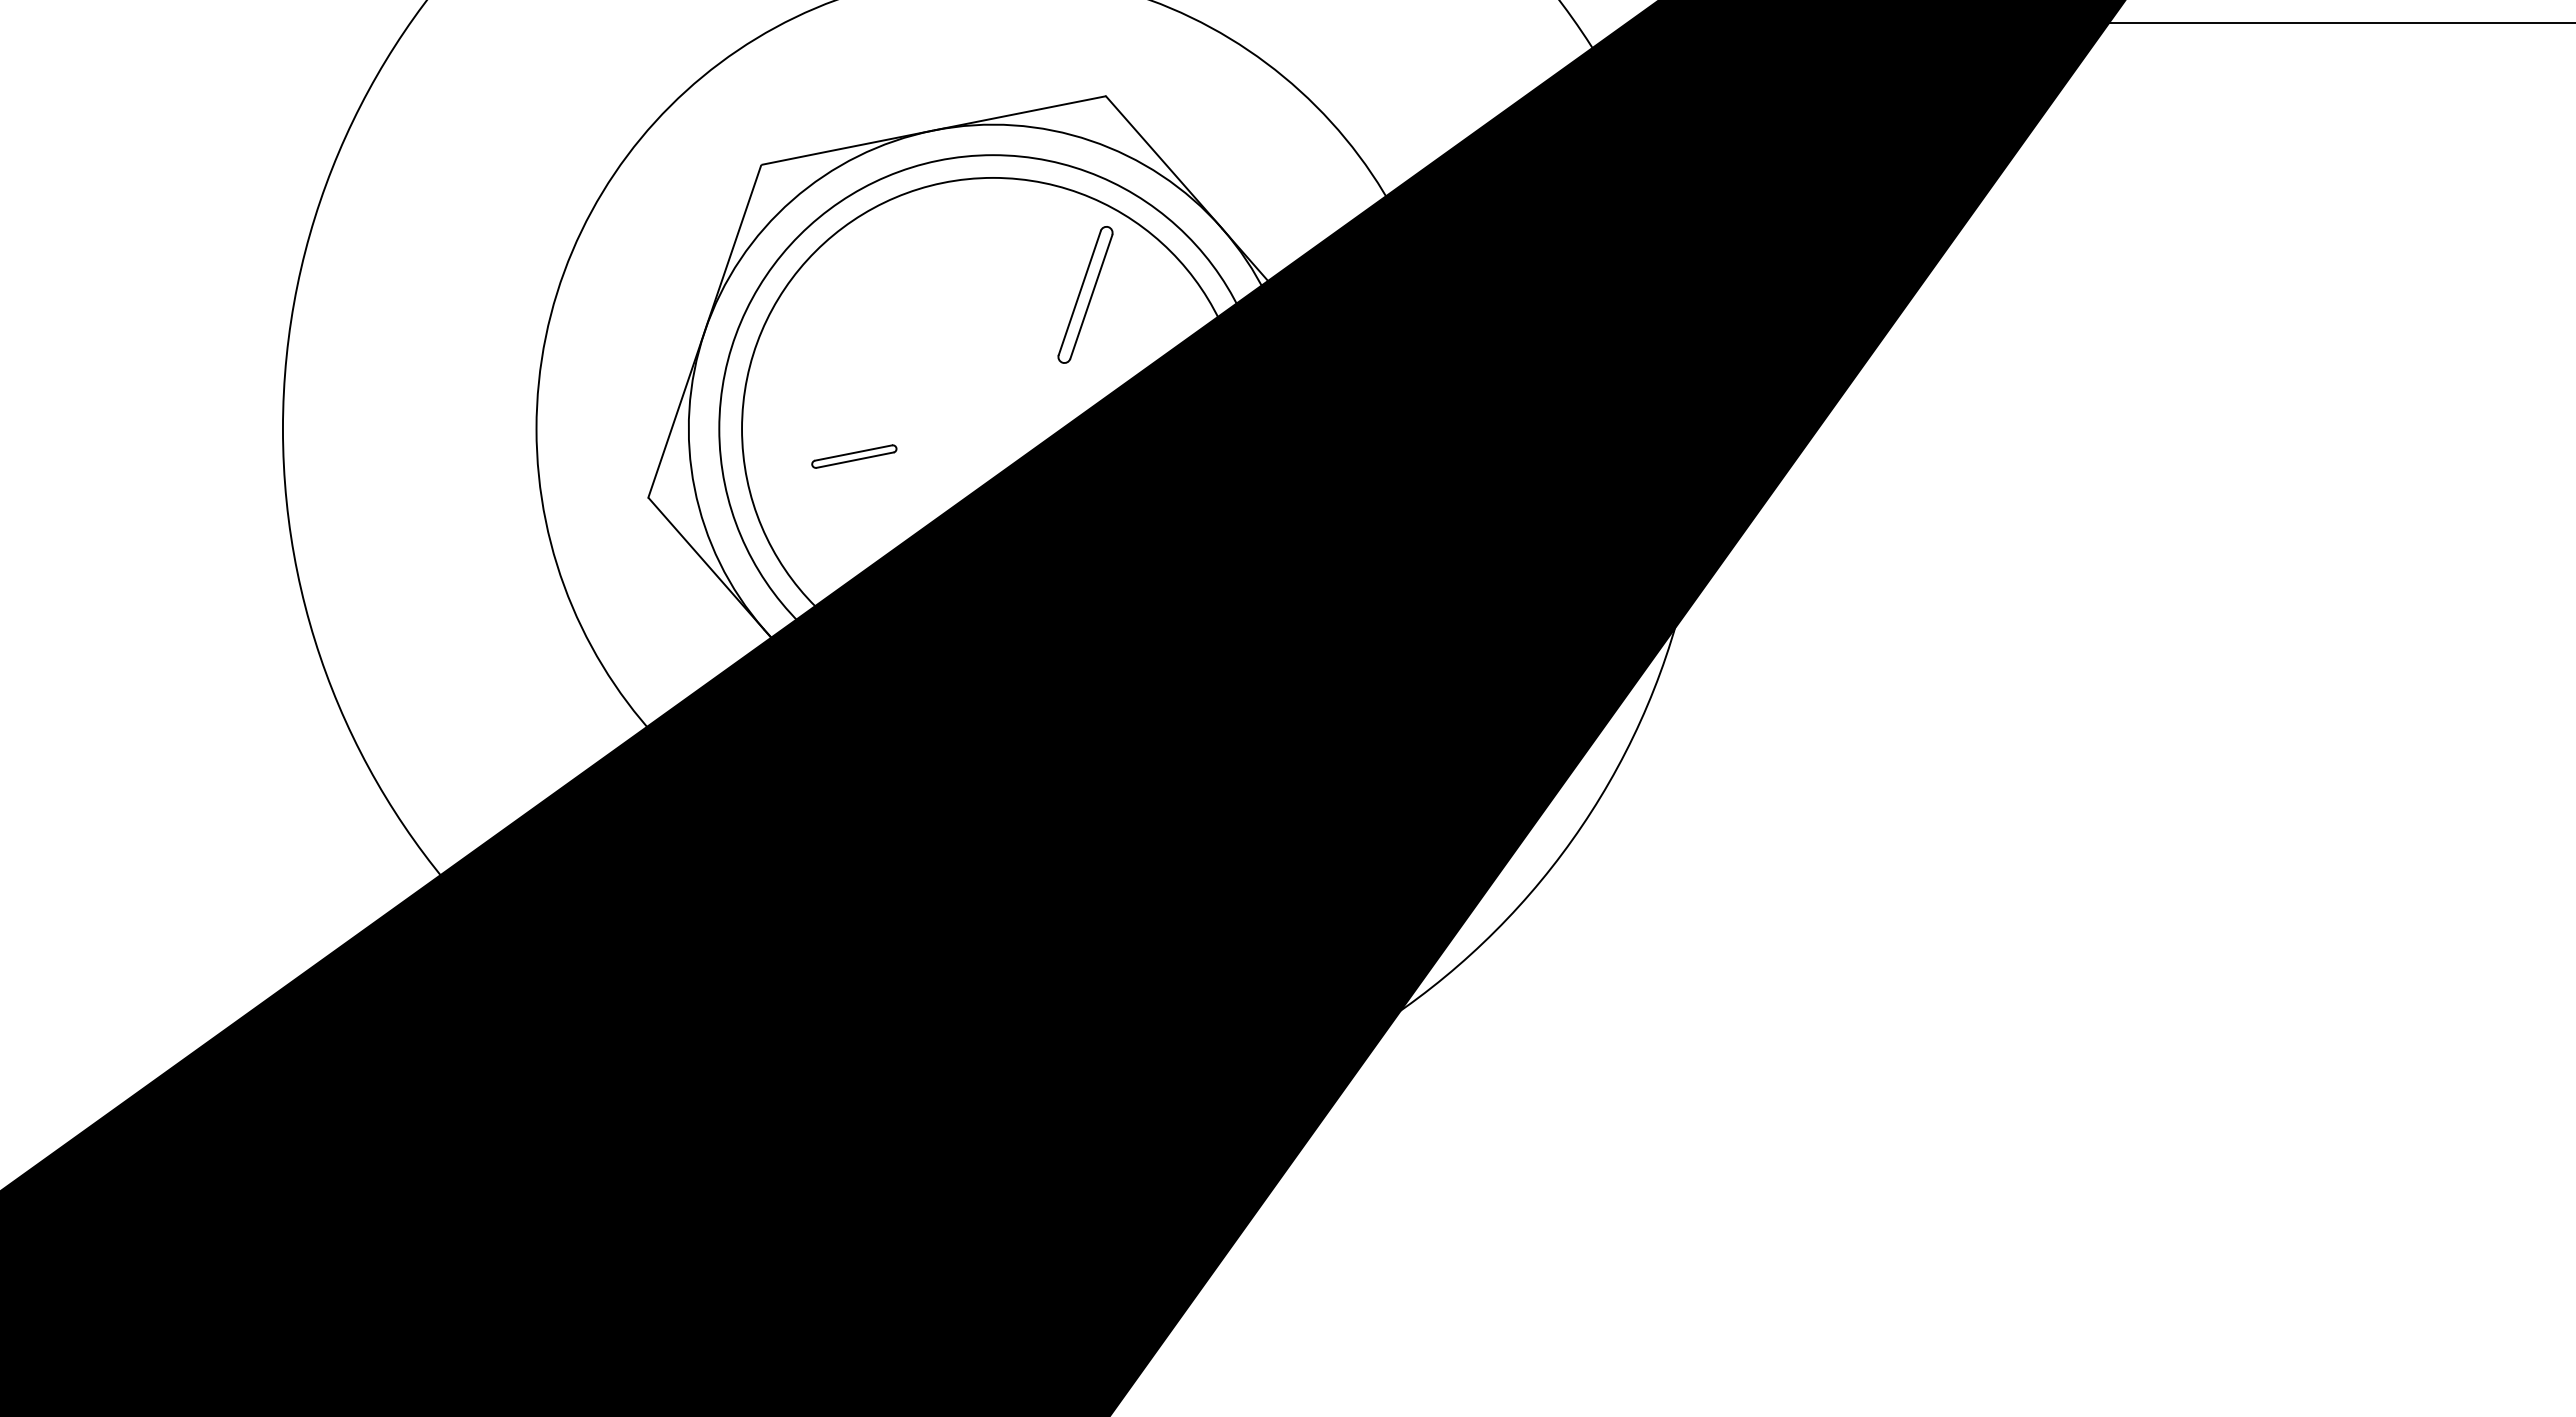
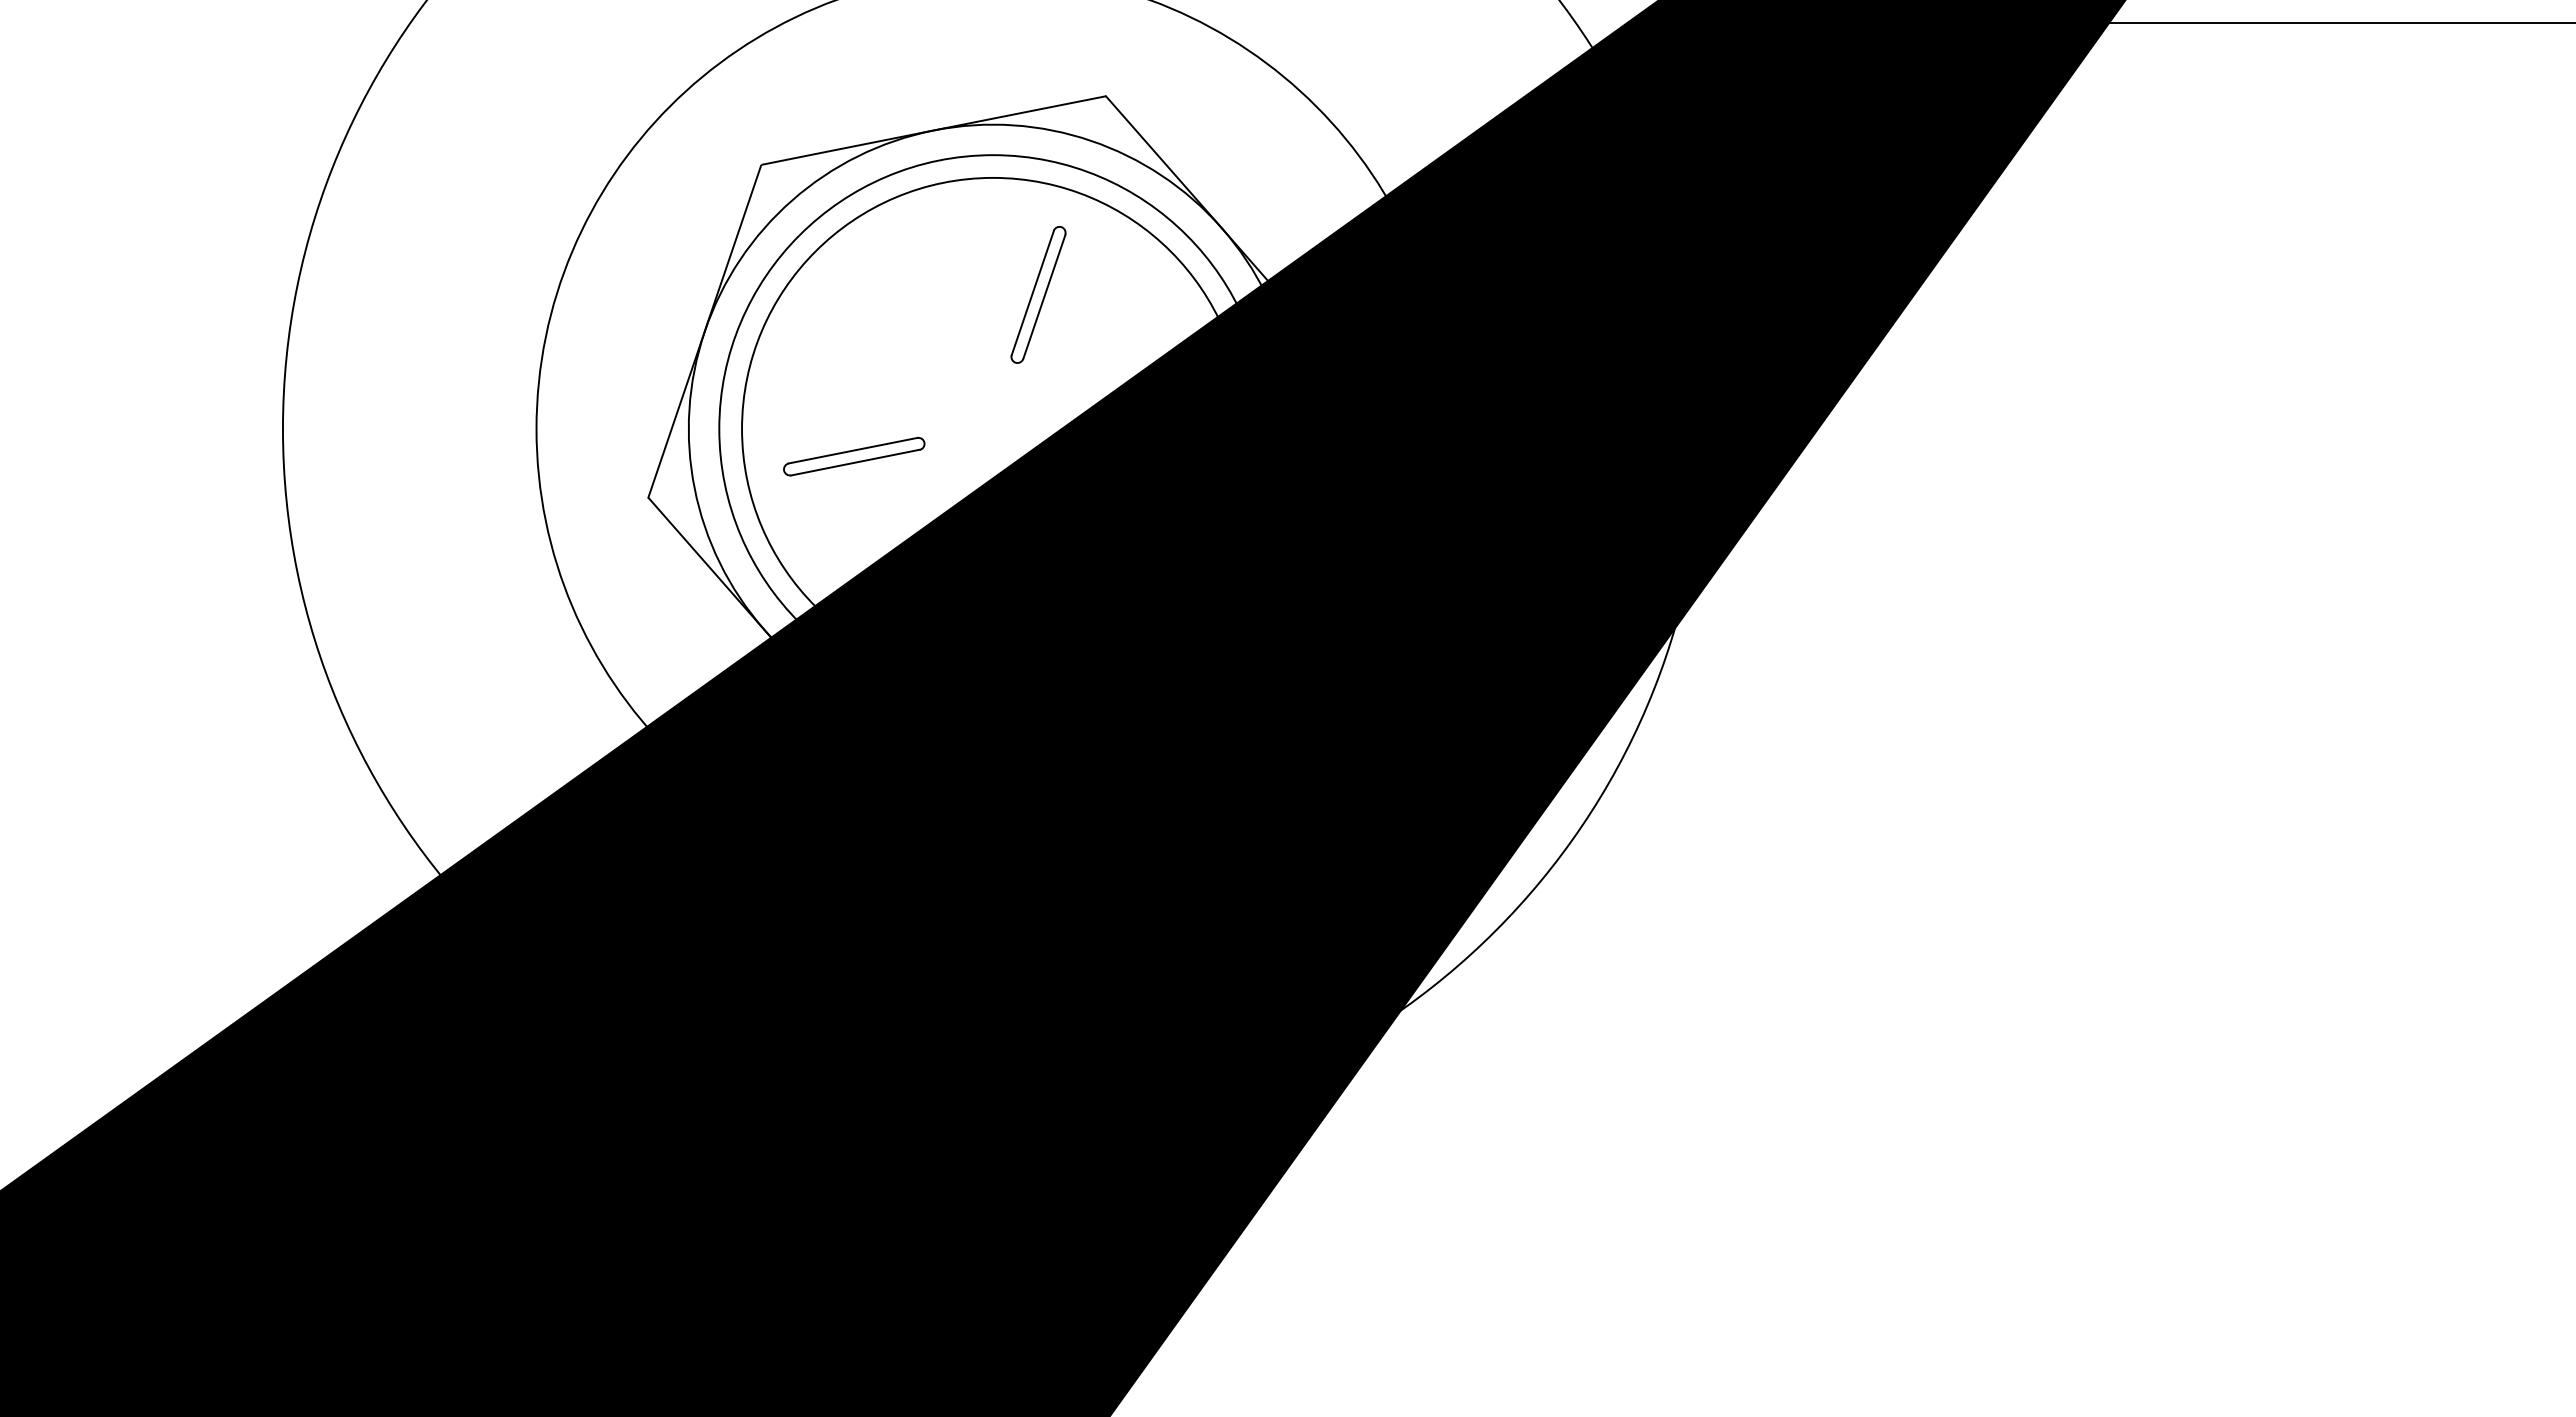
part at (1085, 294) position: (1085, 294) -> (1038, 294)
part at (854, 456) size: 87x25 px -> 143x41 px
